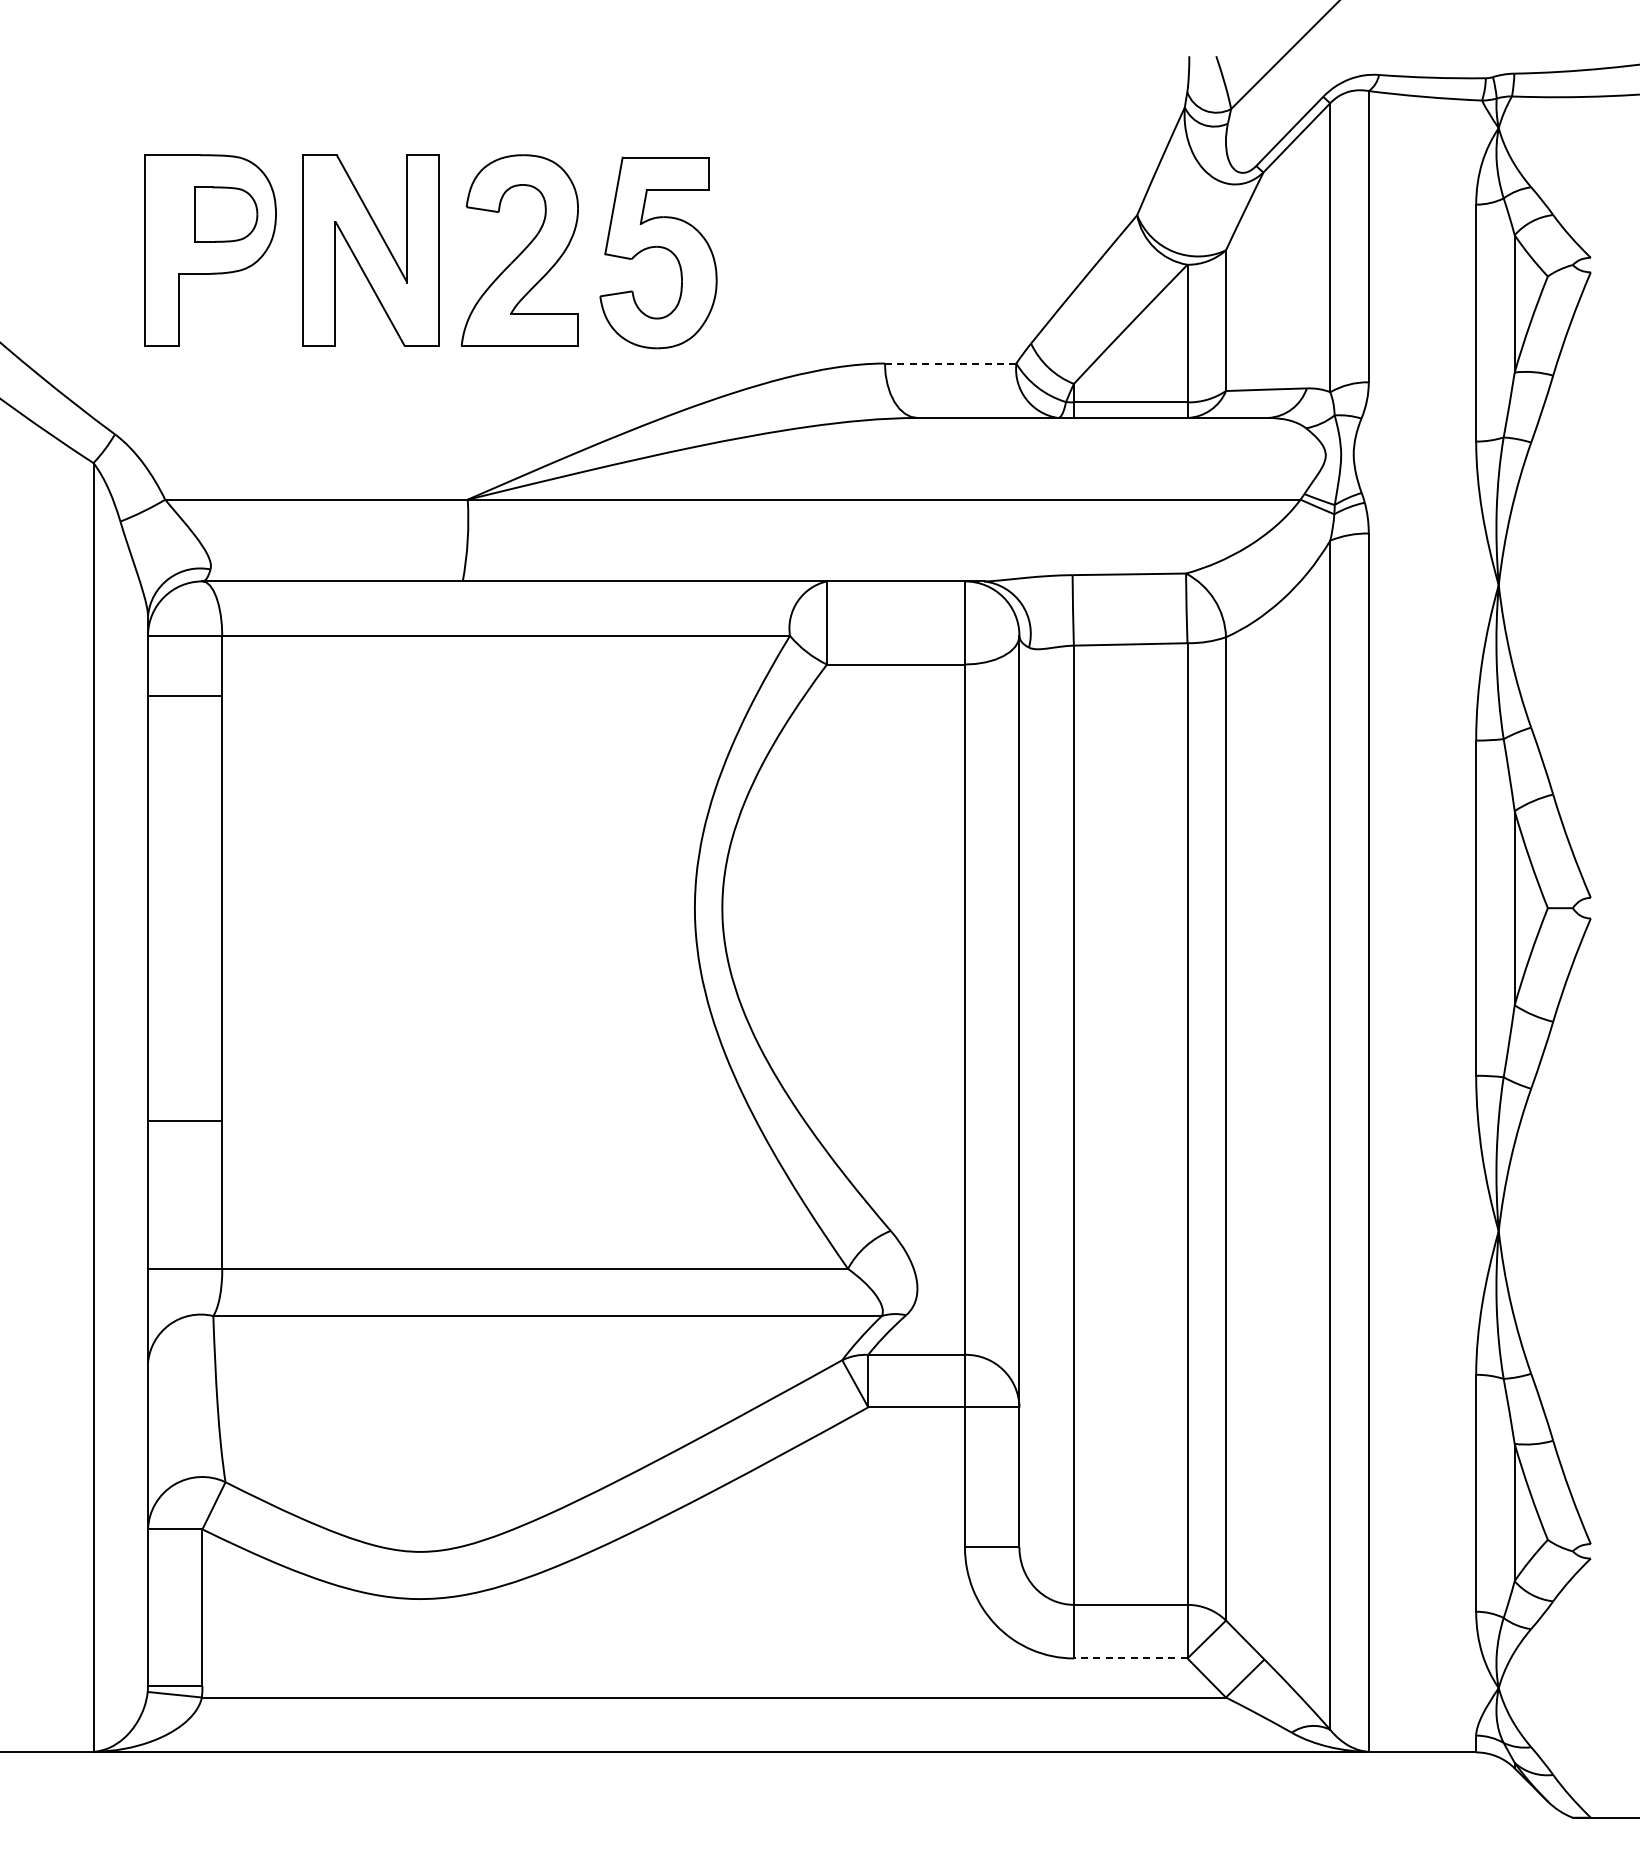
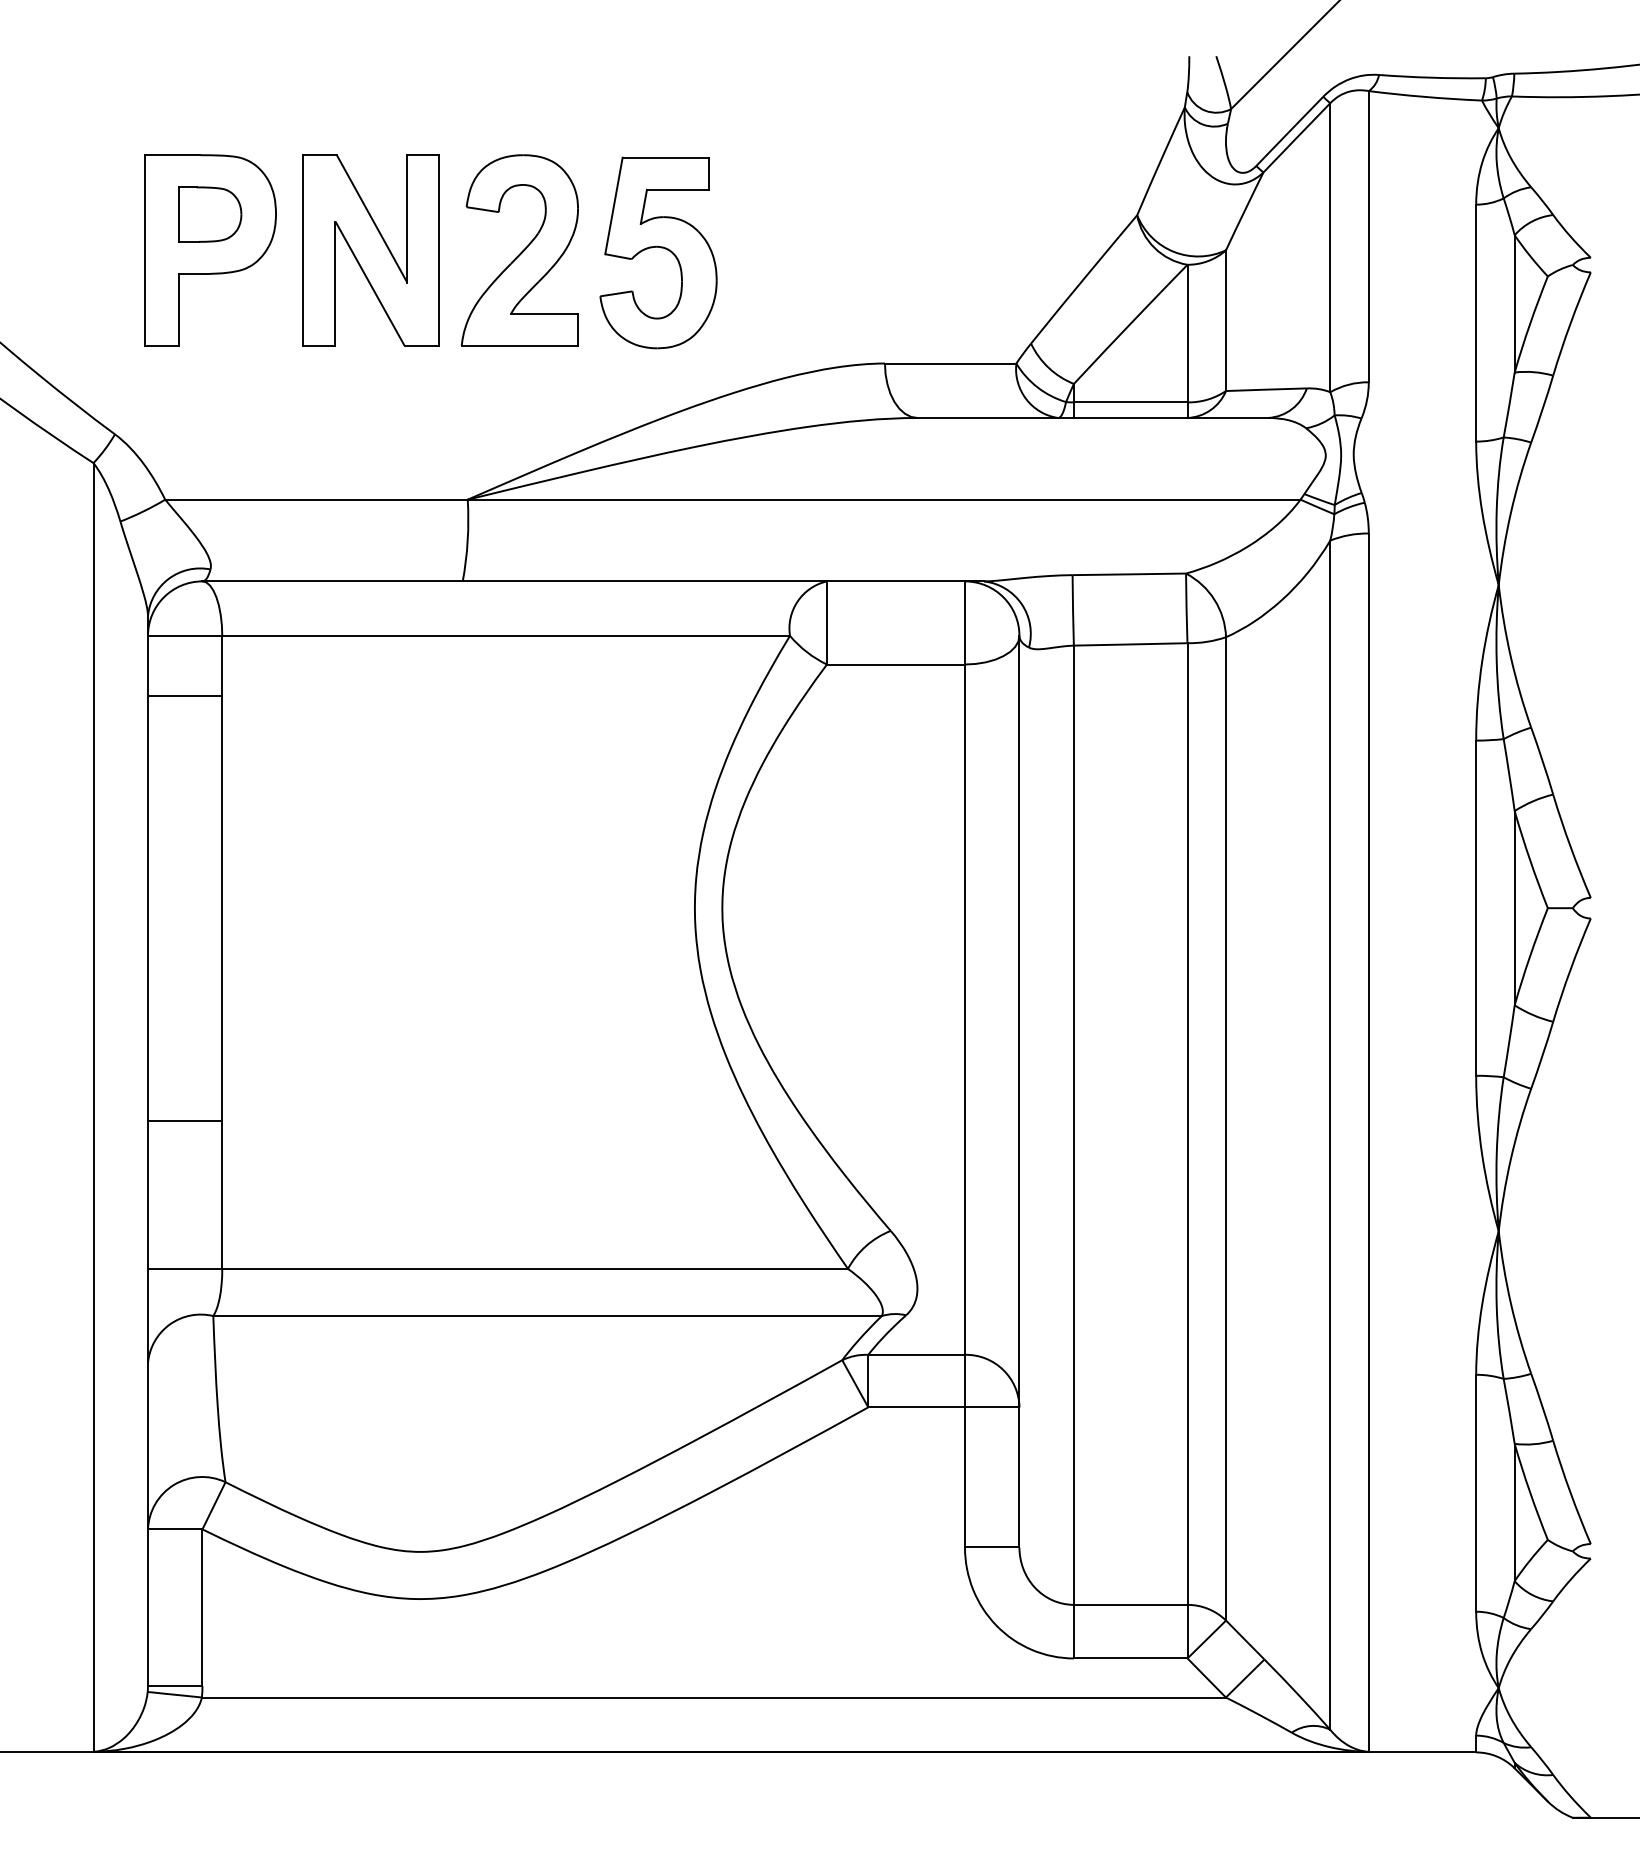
part at (226, 214) position: (226, 214) -> (210, 214)
line at (950, 363): dashed -> solid
line at (1130, 1658): dashed -> solid
